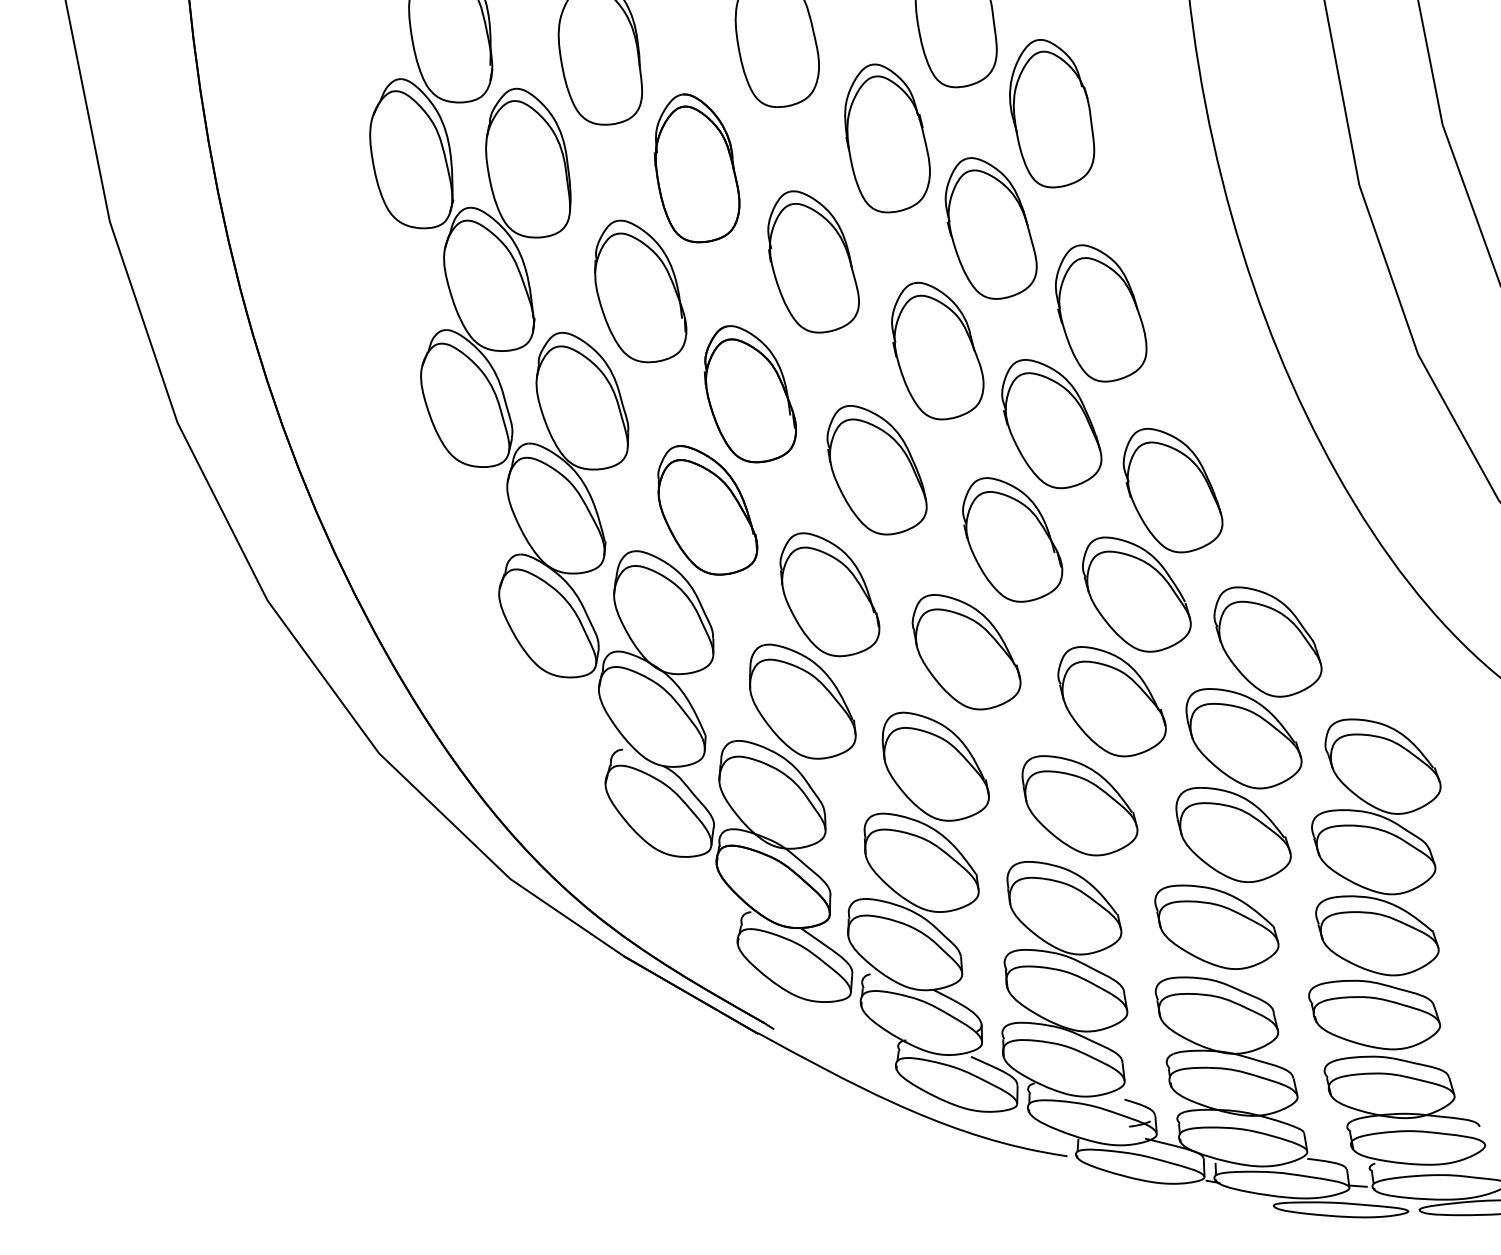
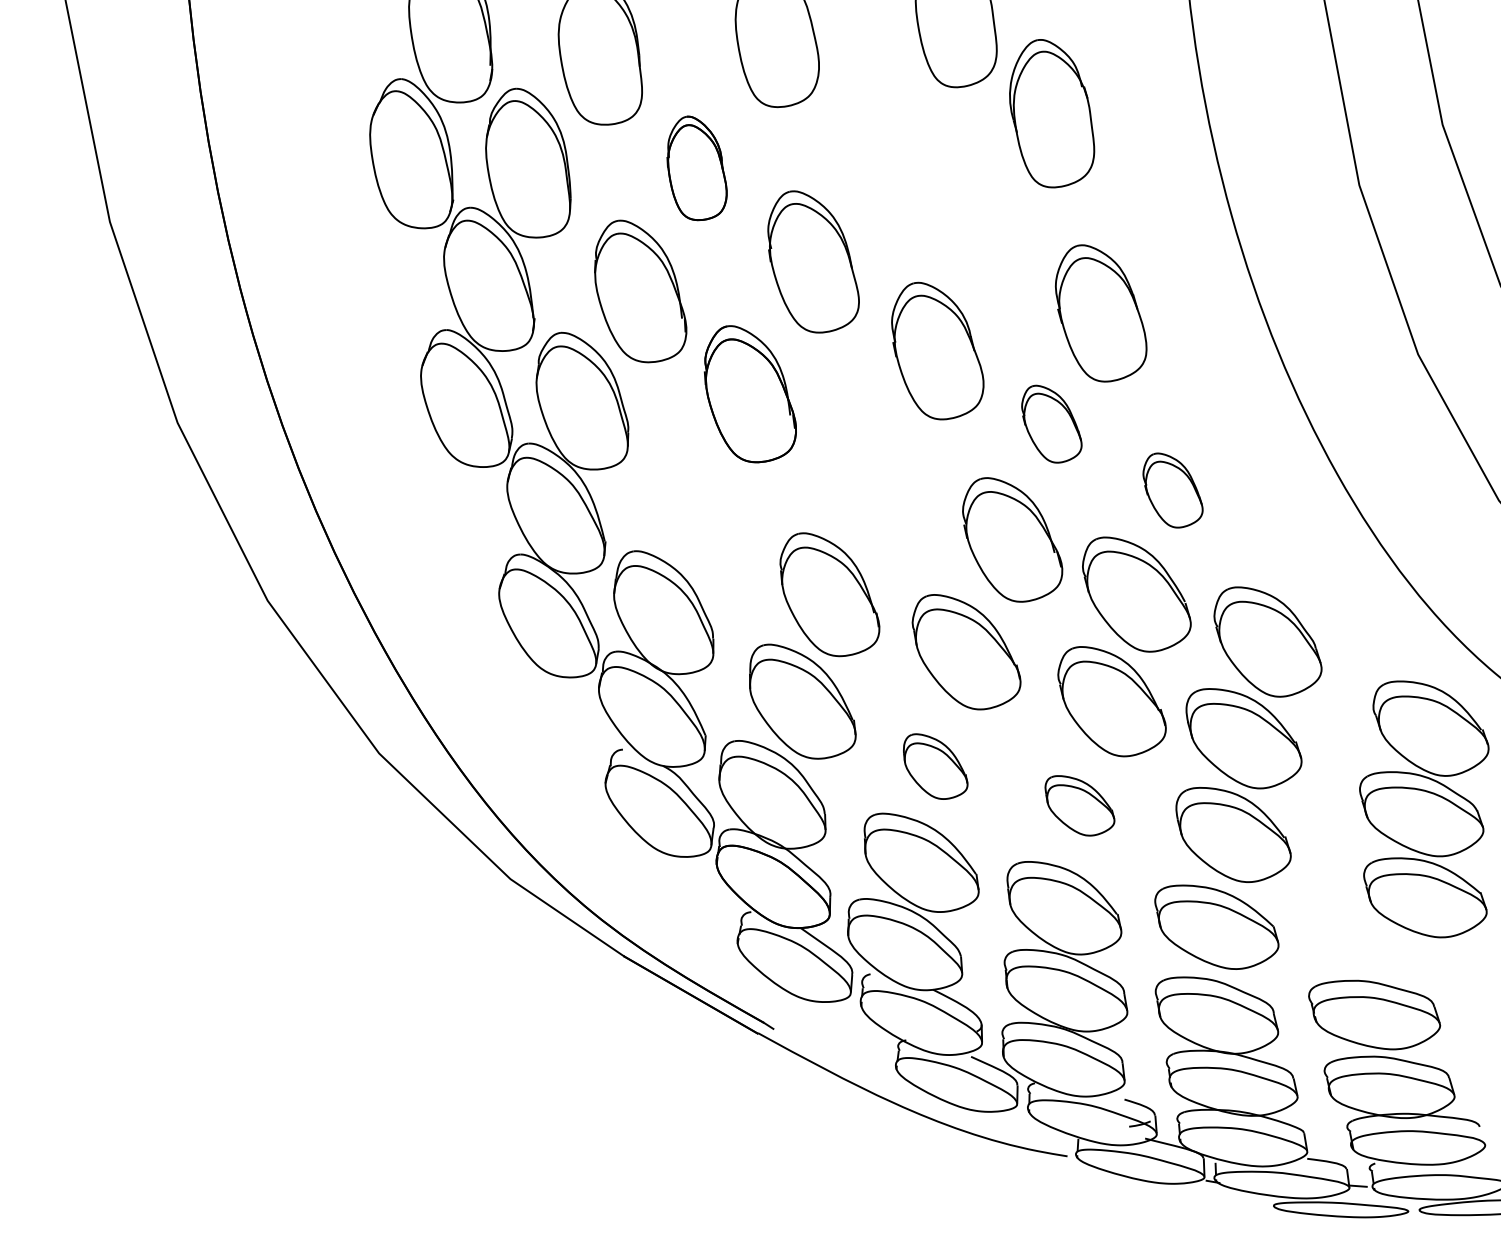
part at (887, 138): present -> none
part at (696, 168) size: 88x151 px -> 62x107 px
part at (990, 228): present -> none
part at (1051, 424) size: 102x131 px -> 62x80 px
part at (876, 470): present -> none
part at (1172, 490) size: 102x127 px -> 62x77 px
part at (707, 510): present -> none
part at (935, 766) size: 109x111 px -> 66x67 px
part at (1079, 805) size: 118x102 px -> 72x62 px
part at (1376, 847) position: (1376, 847) -> (1424, 809)
